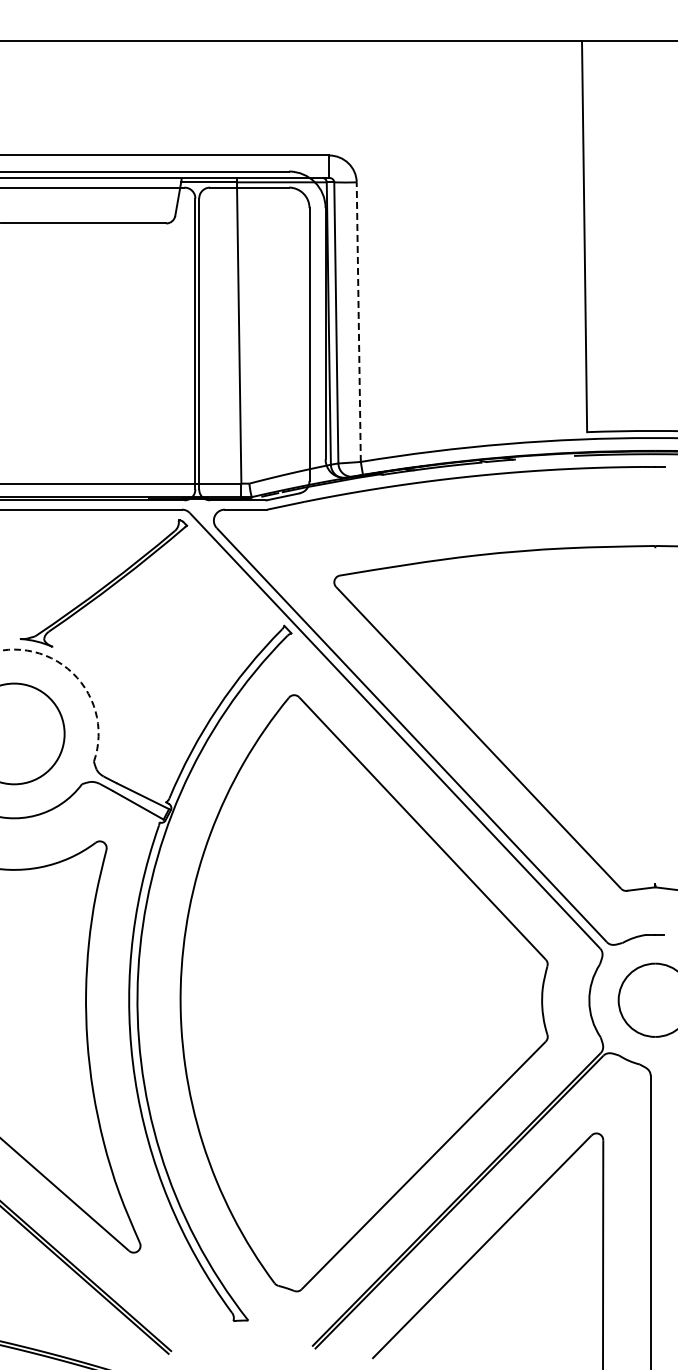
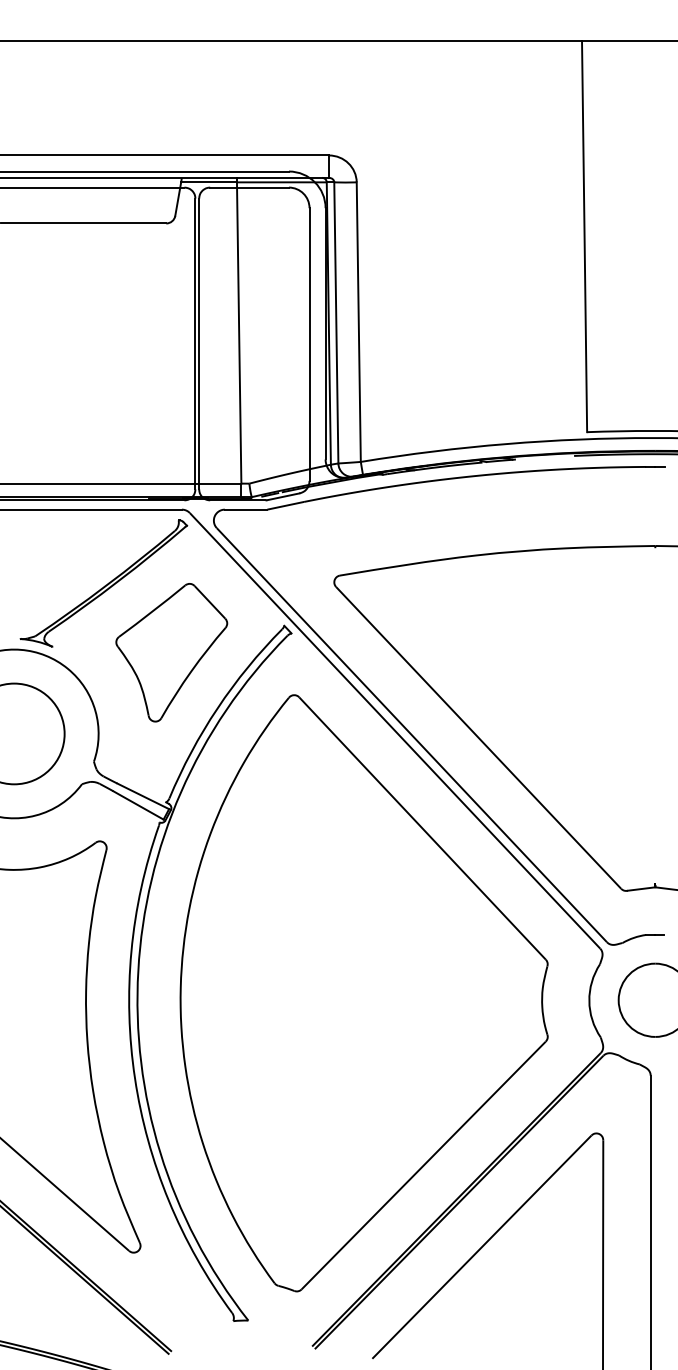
line at (358, 322): dashed -> solid
part at (171, 652): none -> present
arc at (78, 679): dashed -> solid
